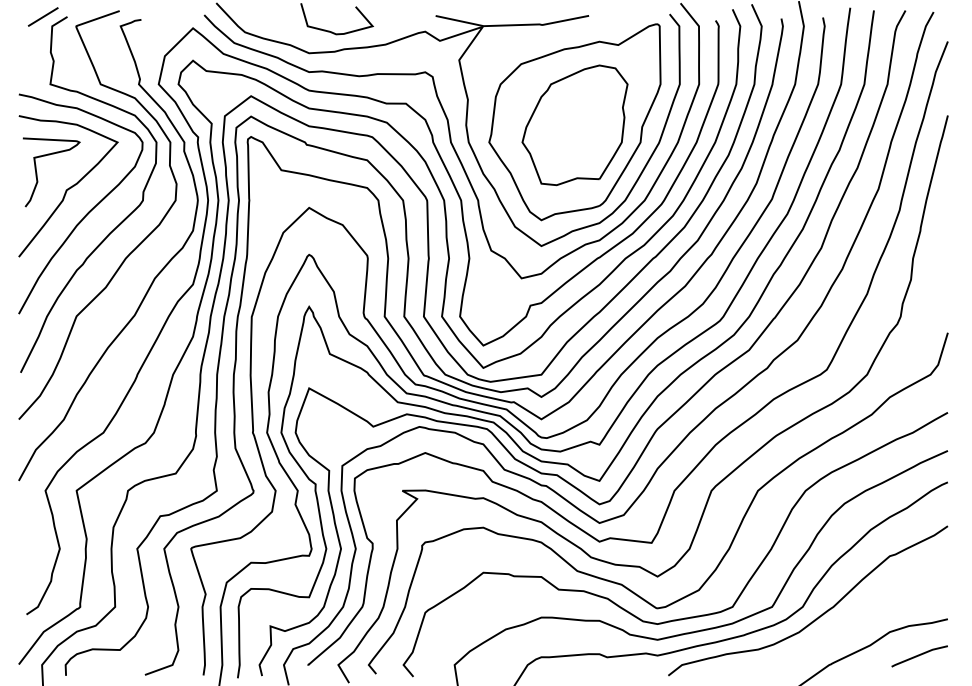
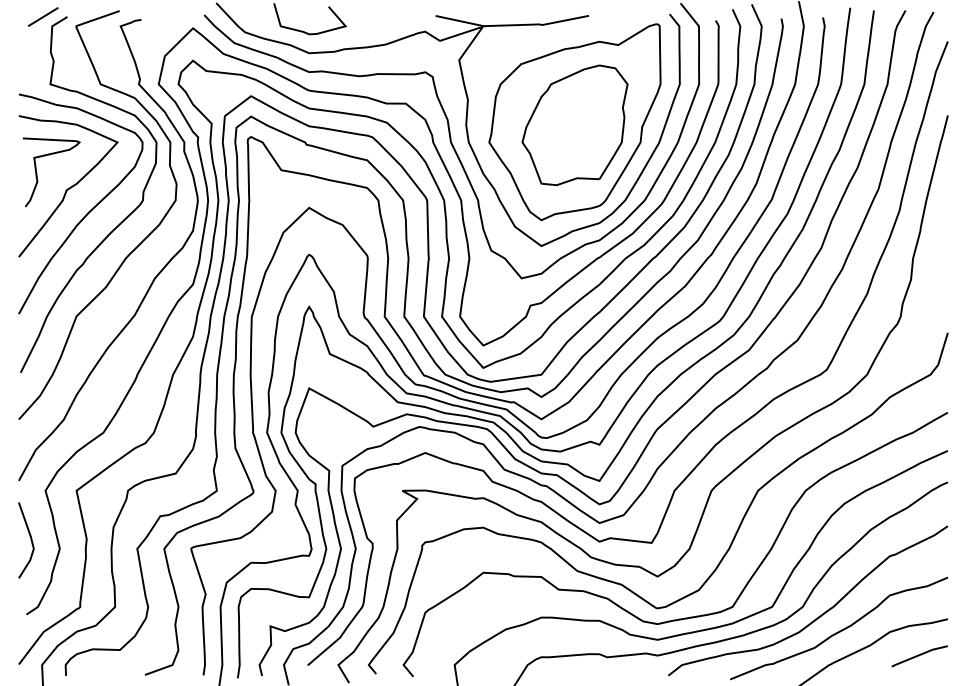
curve at (332, 31) position: (332, 31) -> (305, 31)
line at (30, 540): none -> present
curve at (839, 630): none -> present
